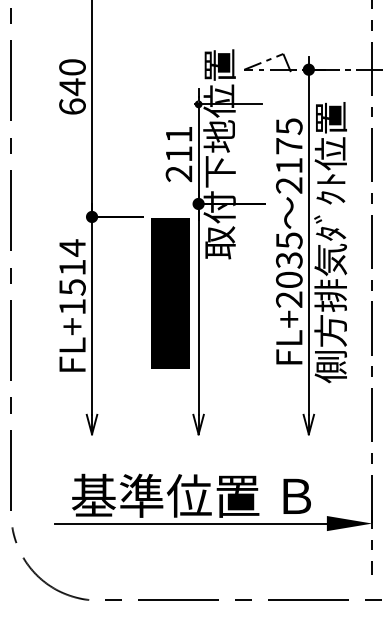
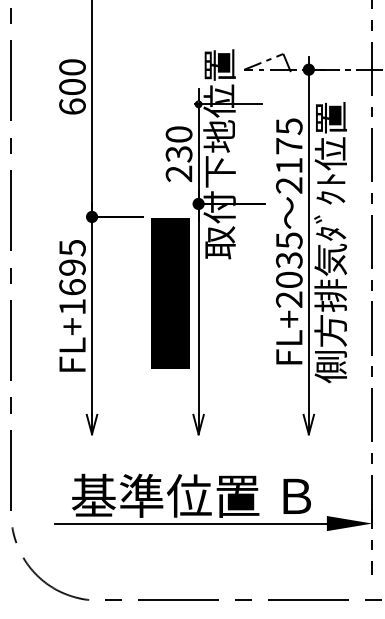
text at (72, 87): 640 -> 600
text at (178, 144): 211 -> 230
text at (72, 267): FL+1514 -> FL+1695
